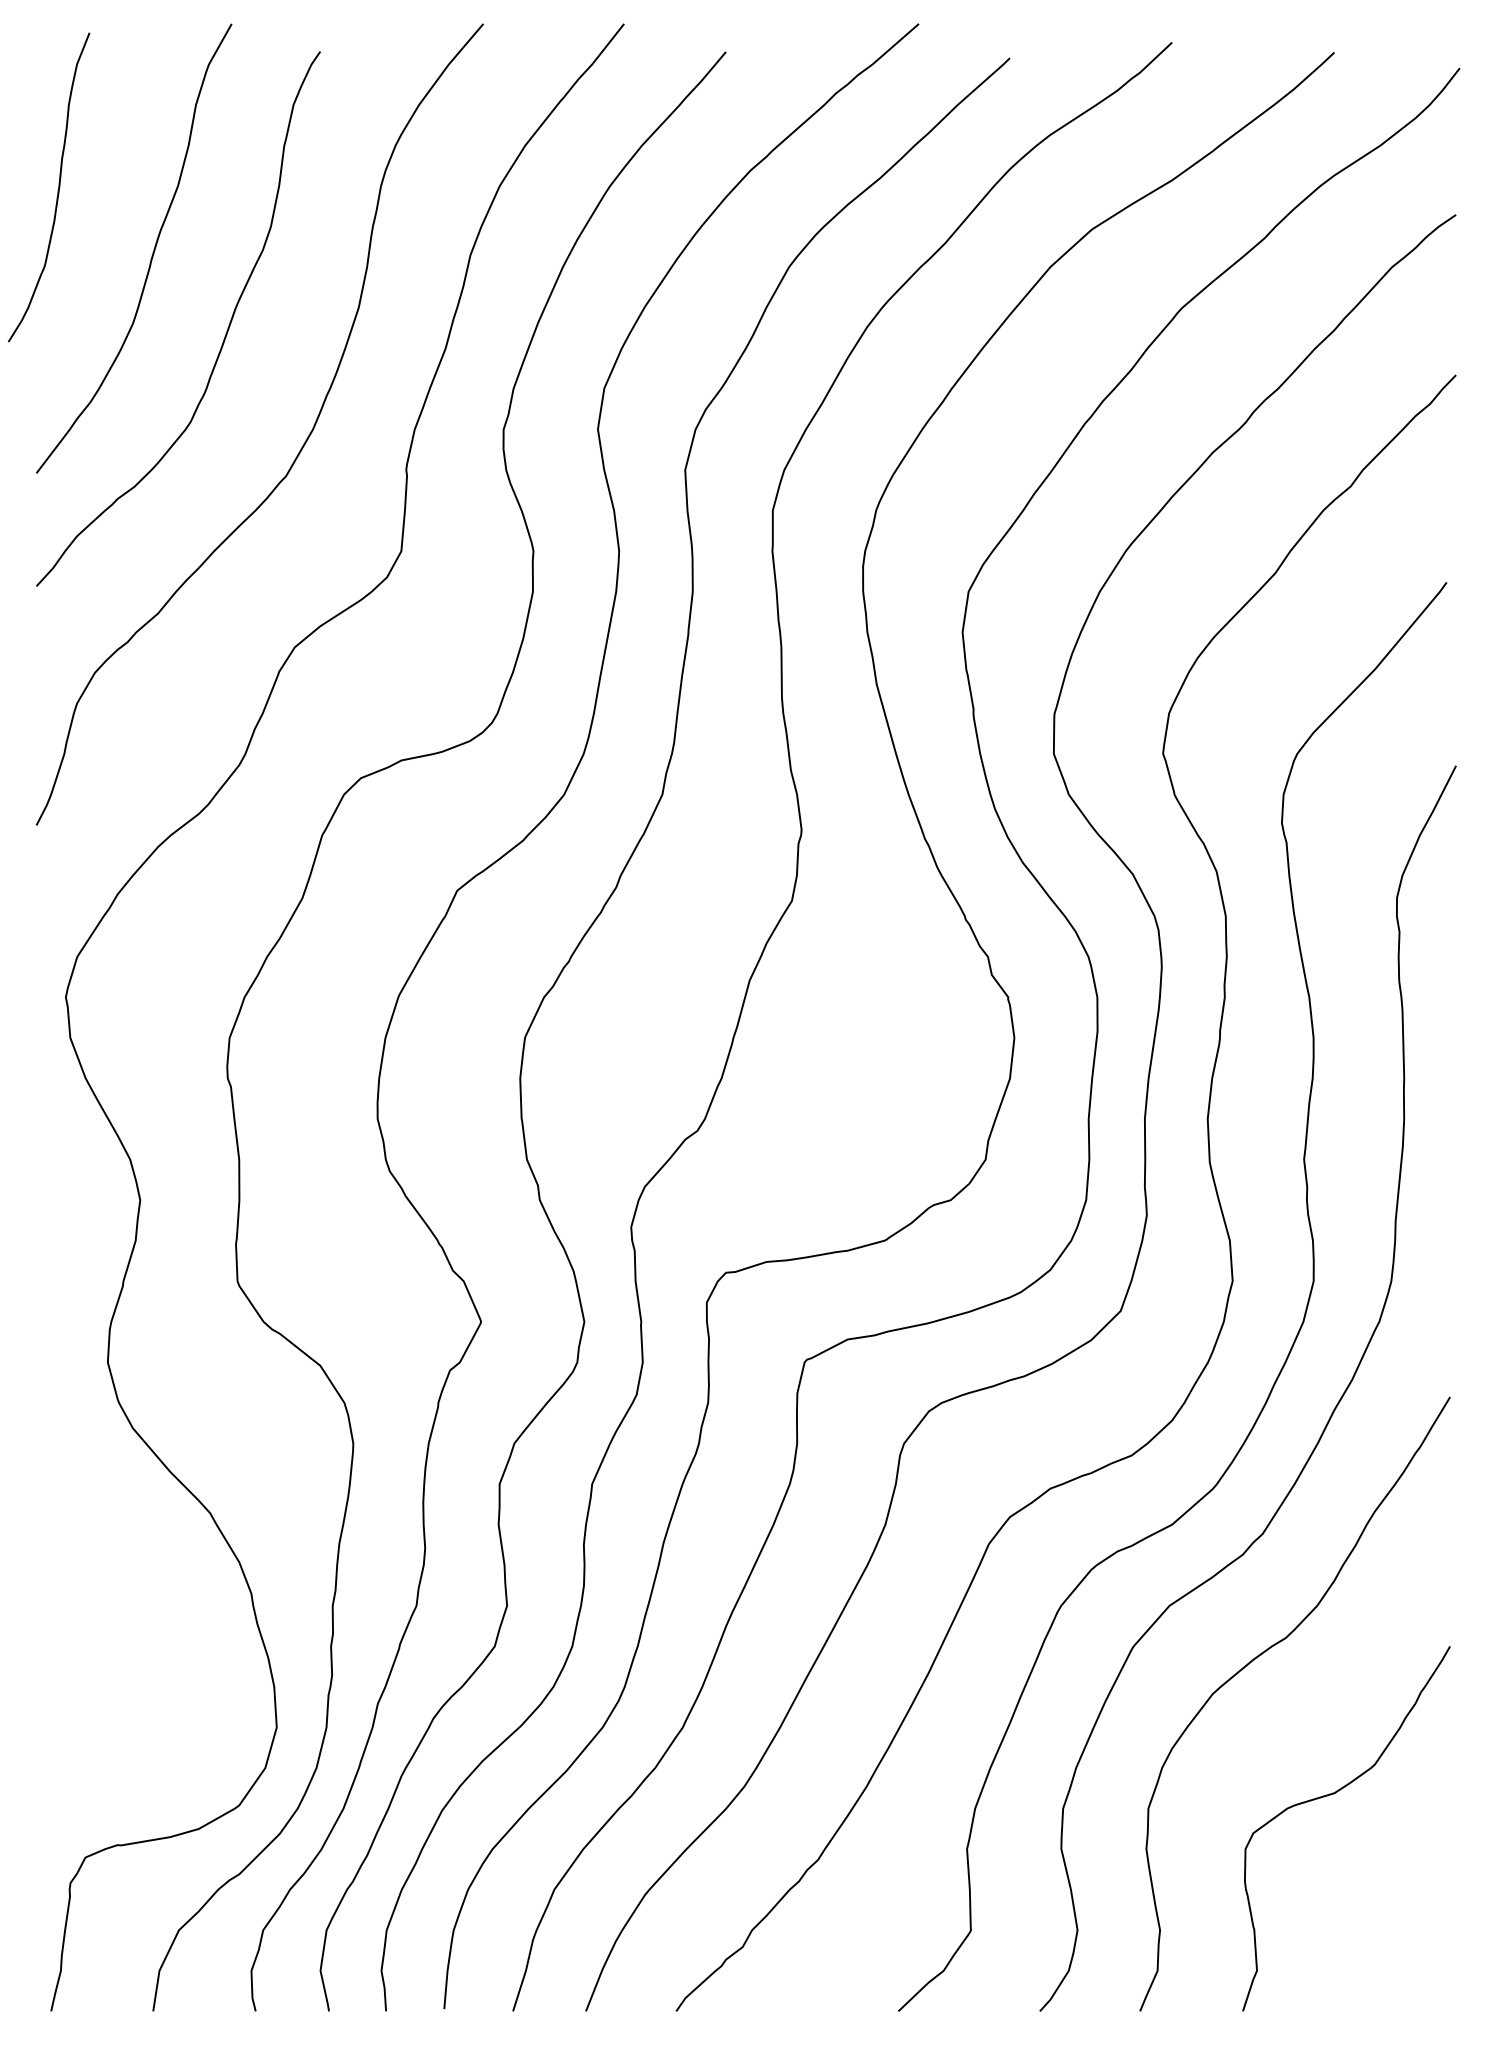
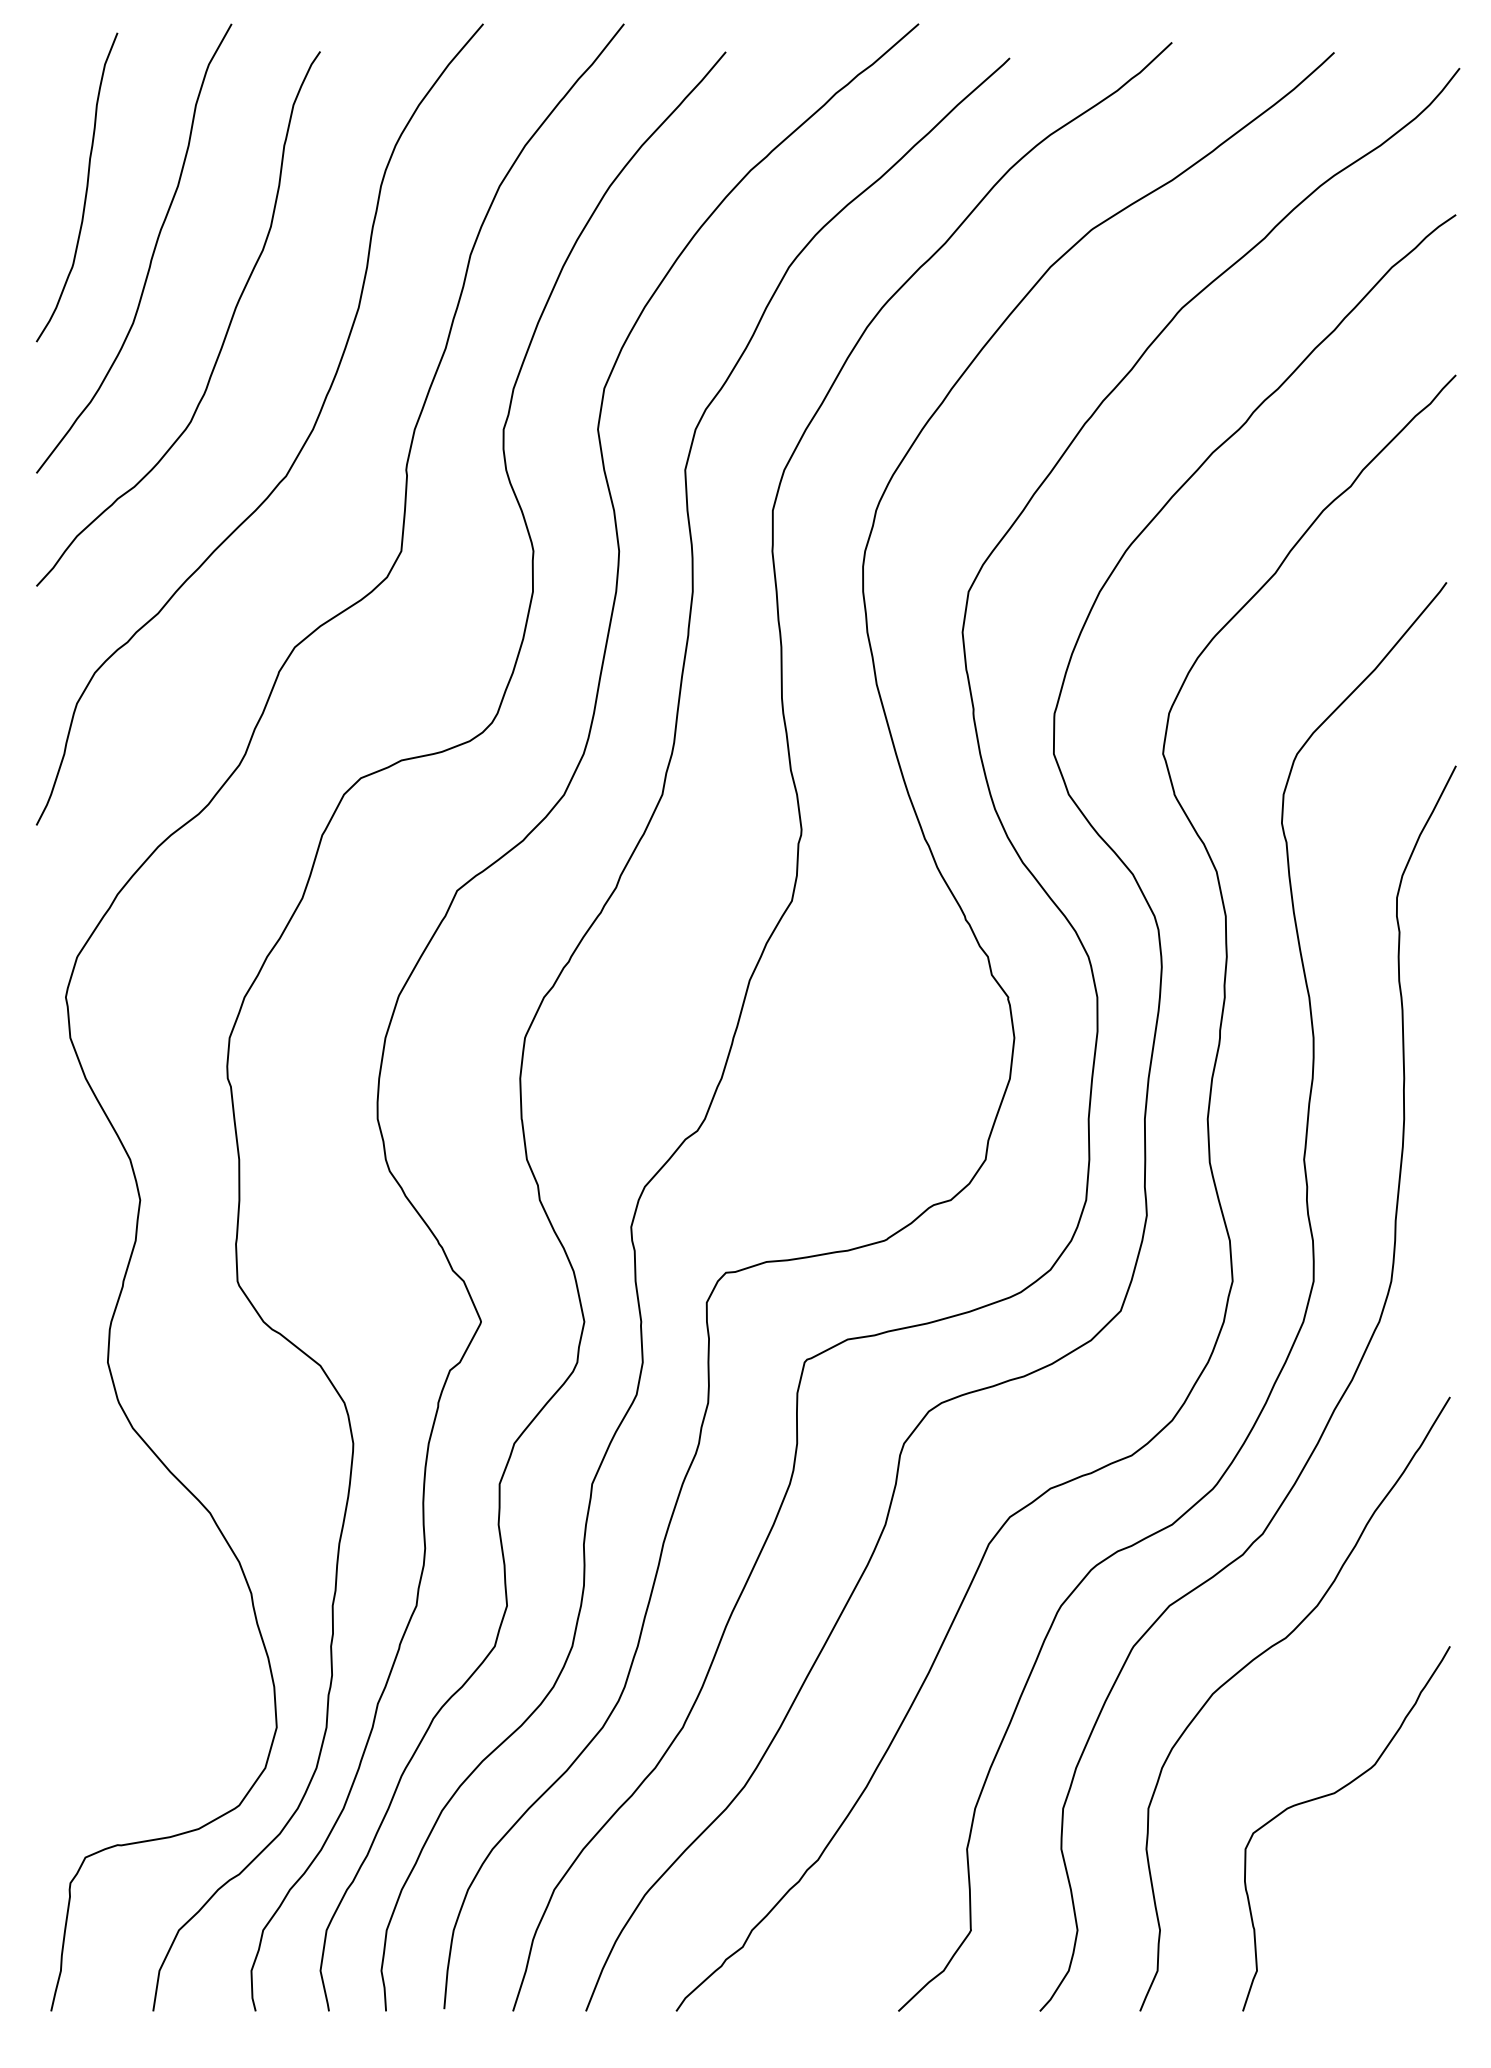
curve at (57, 190) position: (57, 190) -> (85, 190)
